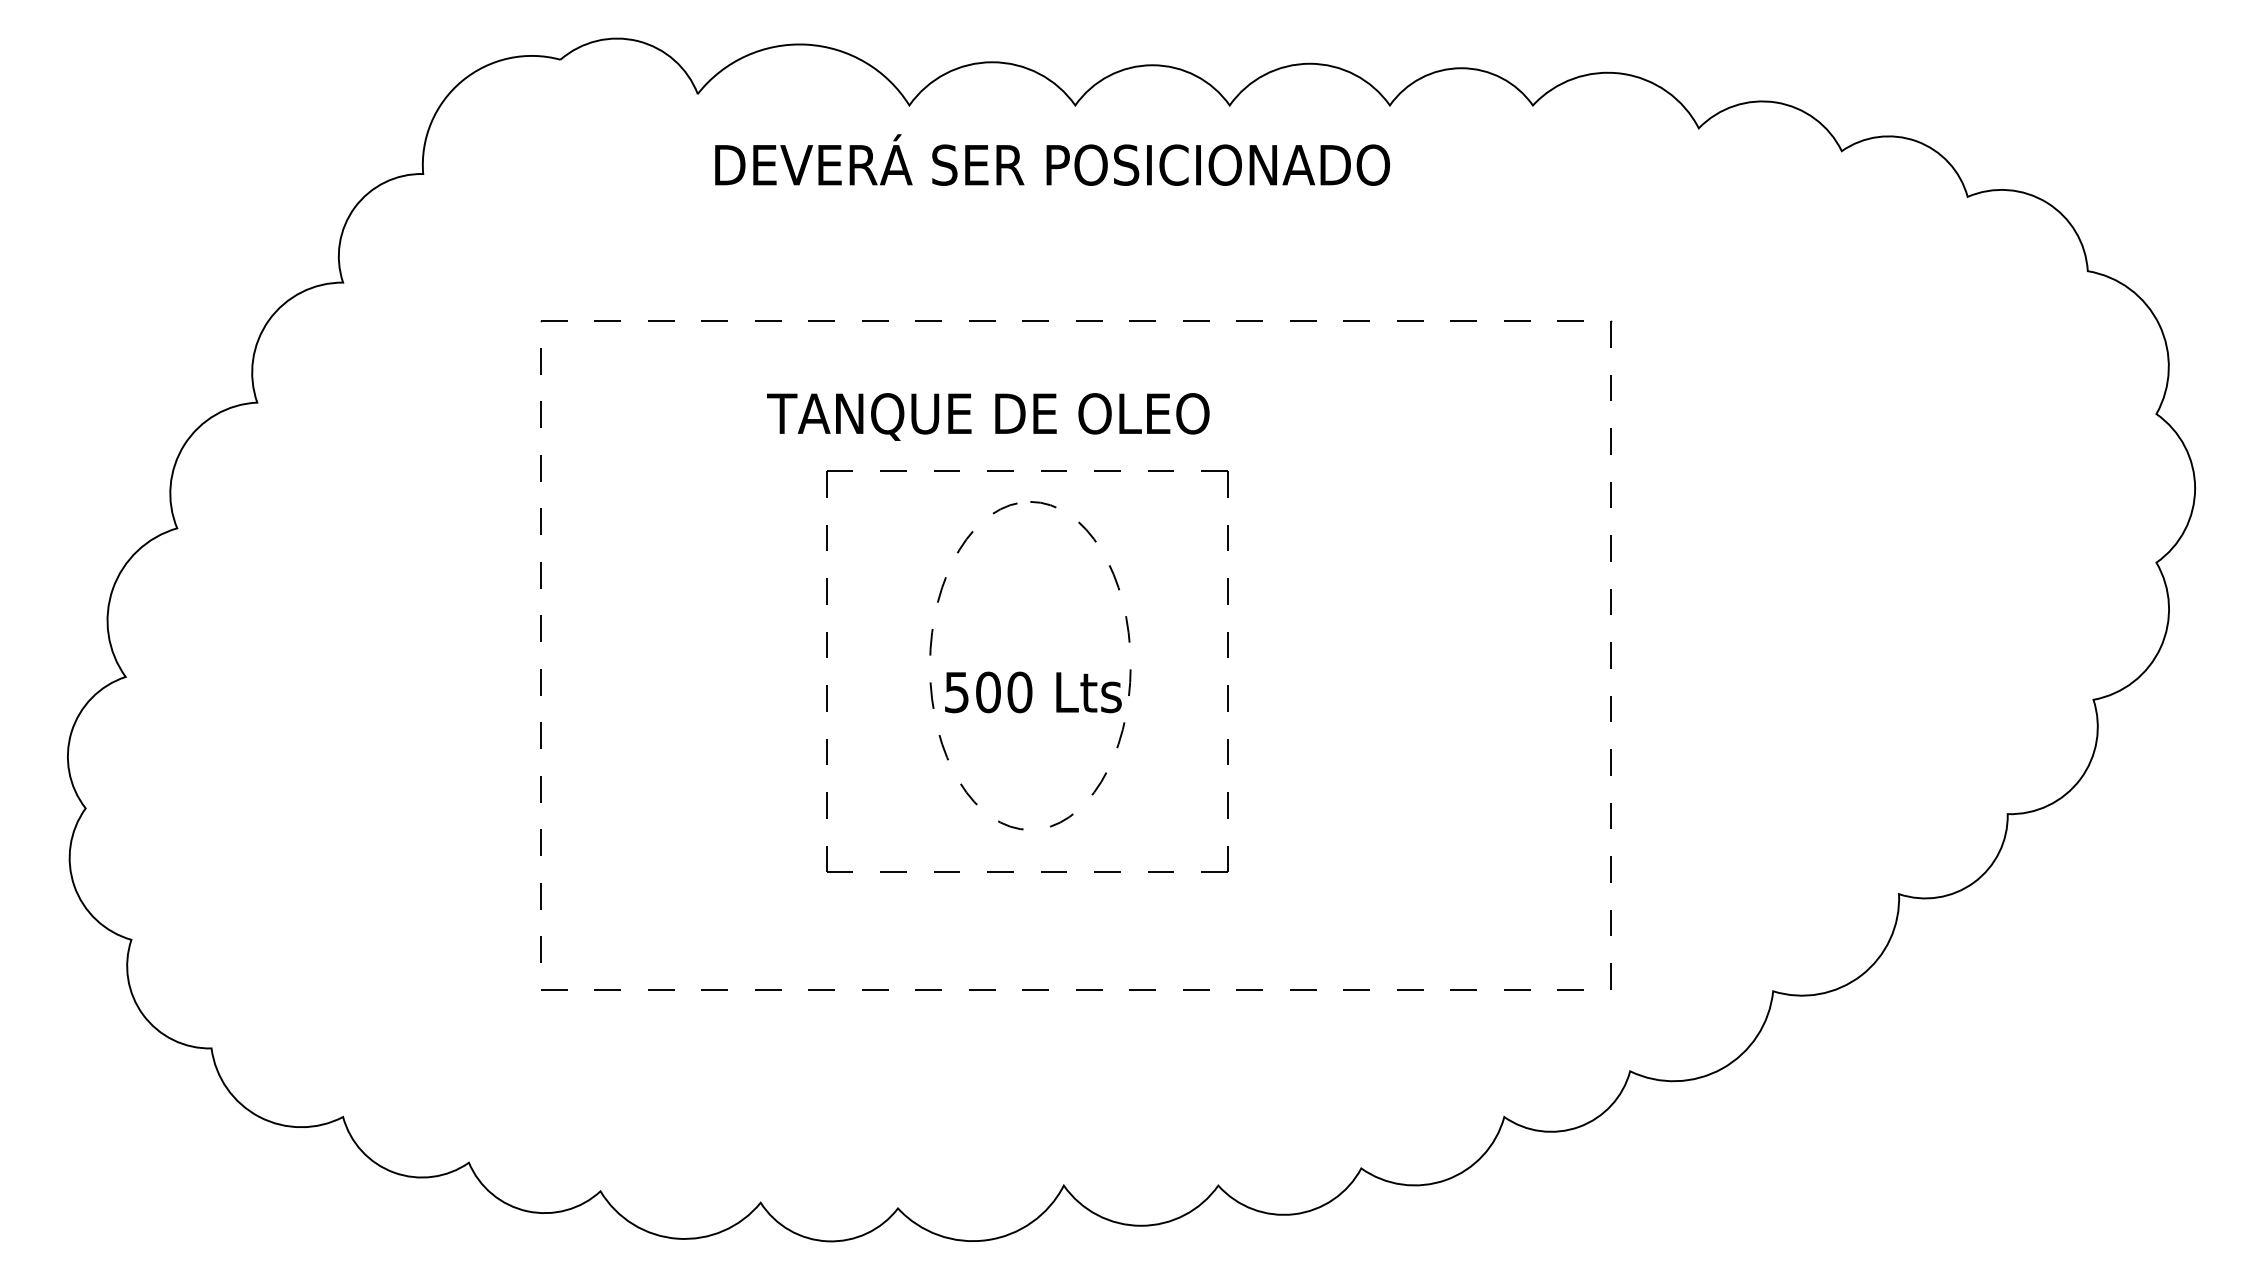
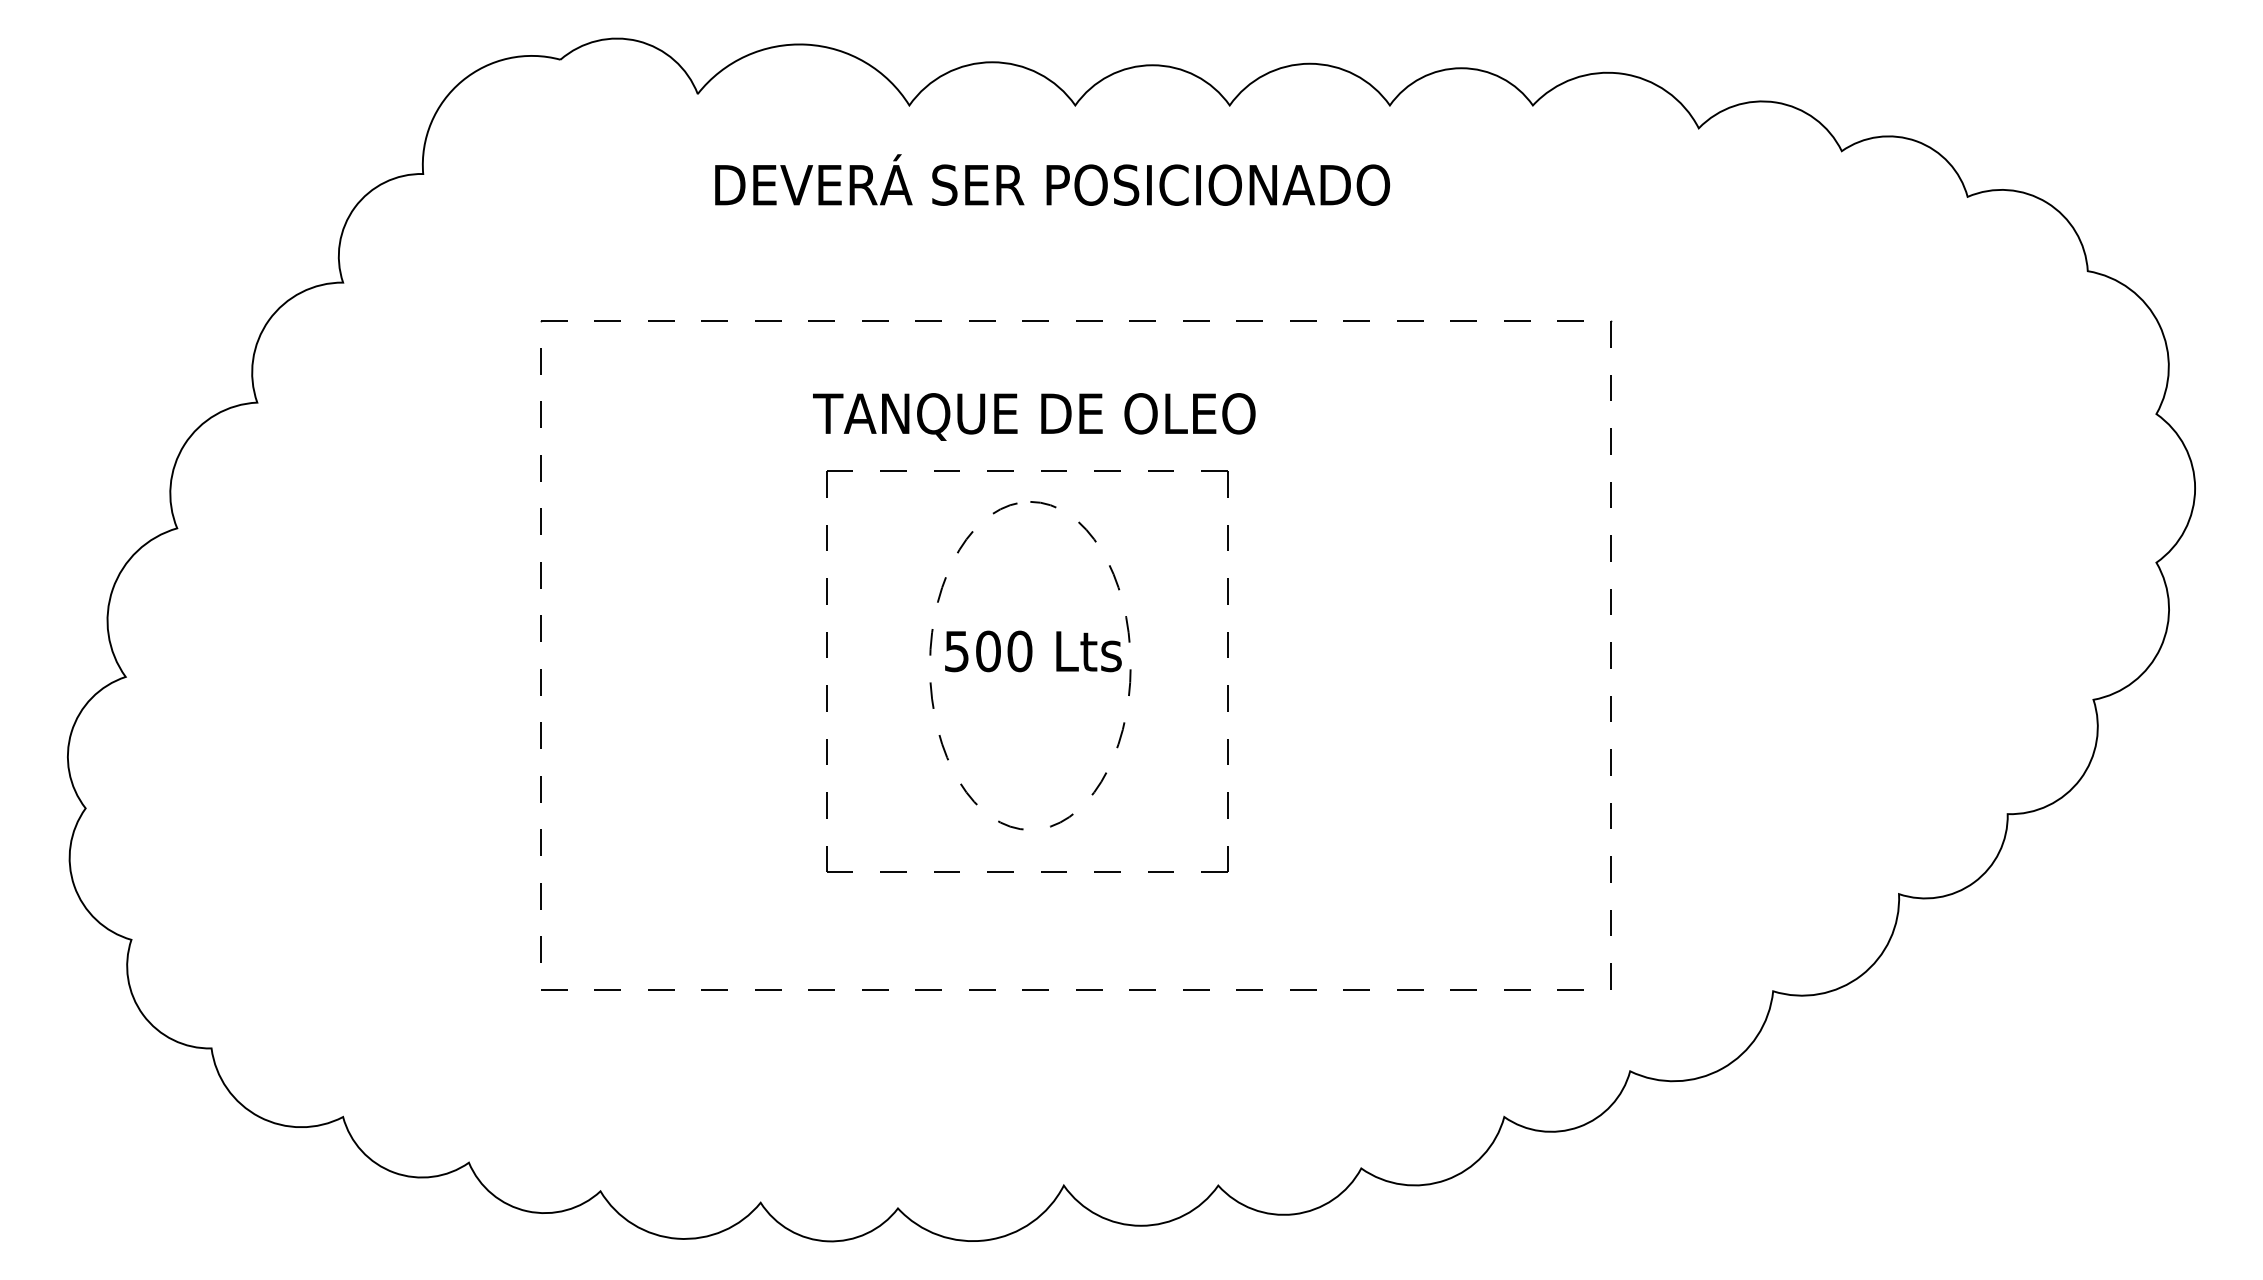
text at (1052, 159) position: (1052, 159) -> (1052, 179)
text at (988, 416) position: (988, 416) -> (1034, 416)
text at (1033, 692) position: (1033, 692) -> (1033, 651)
